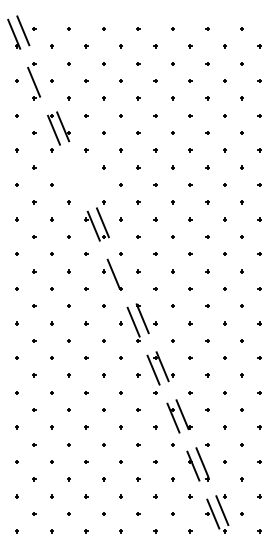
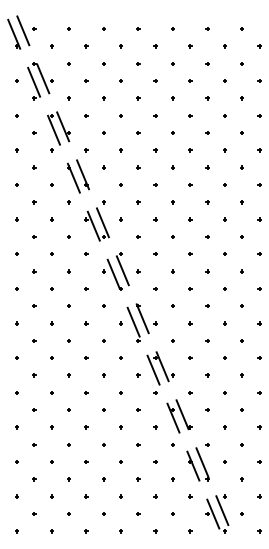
line at (43, 78): none -> present
part at (78, 176): none -> present
line at (122, 270): none -> present
